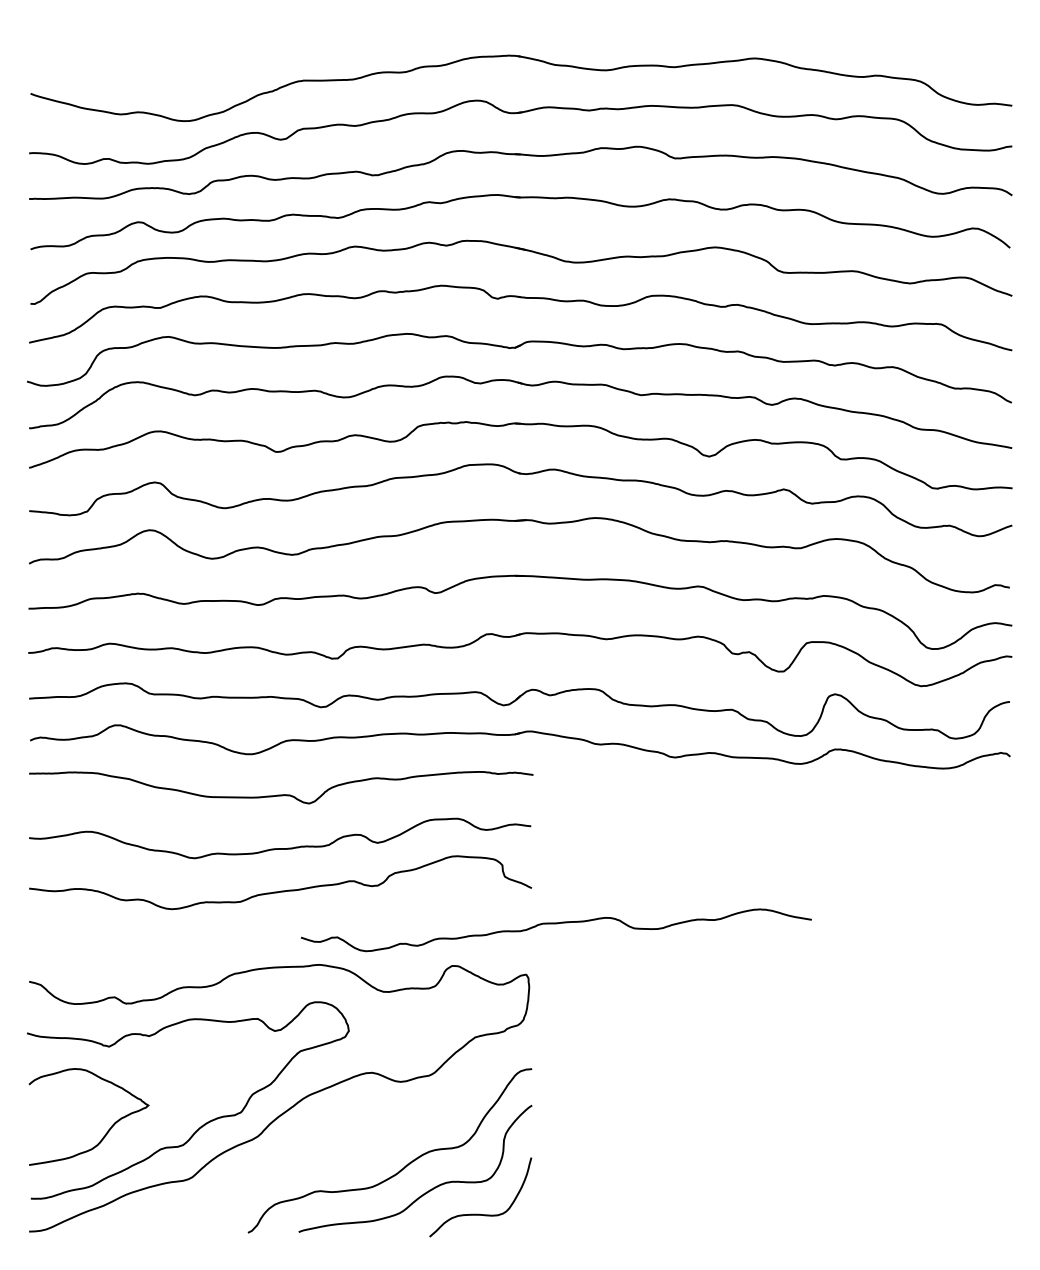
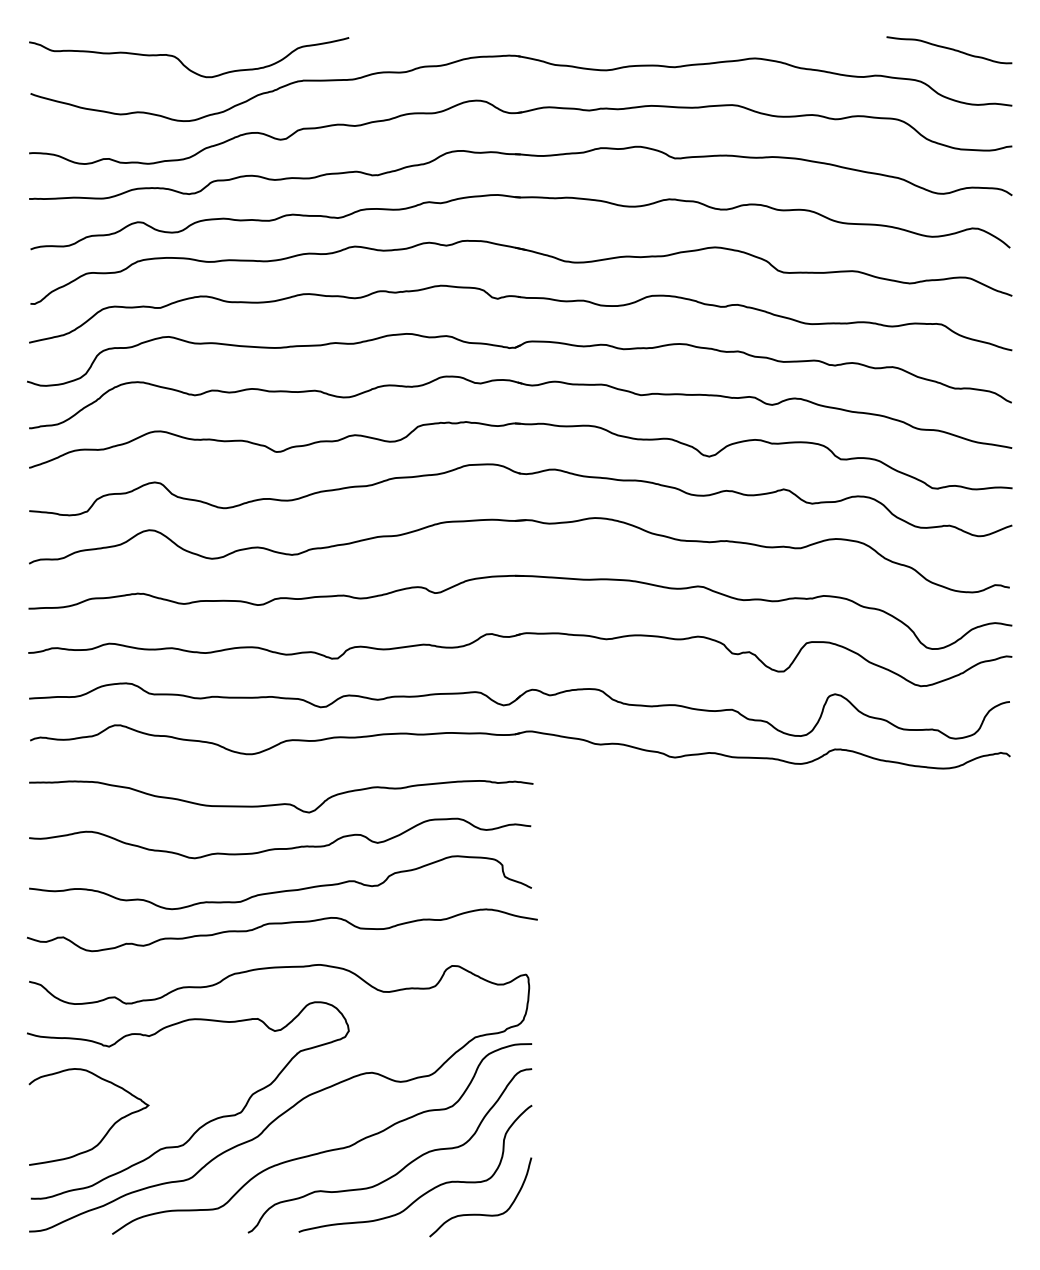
curve at (949, 49): none -> present
curve at (183, 63): none -> present
curve at (281, 794) position: (281, 794) -> (281, 803)
curve at (555, 924) position: (555, 924) -> (281, 924)
curve at (325, 1150): none -> present
